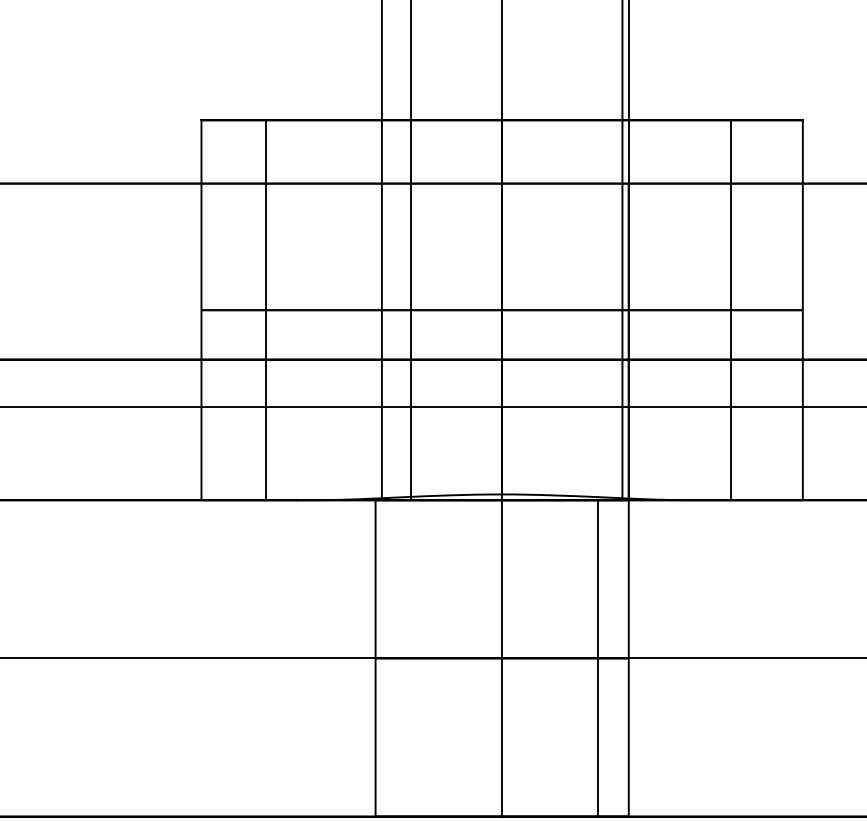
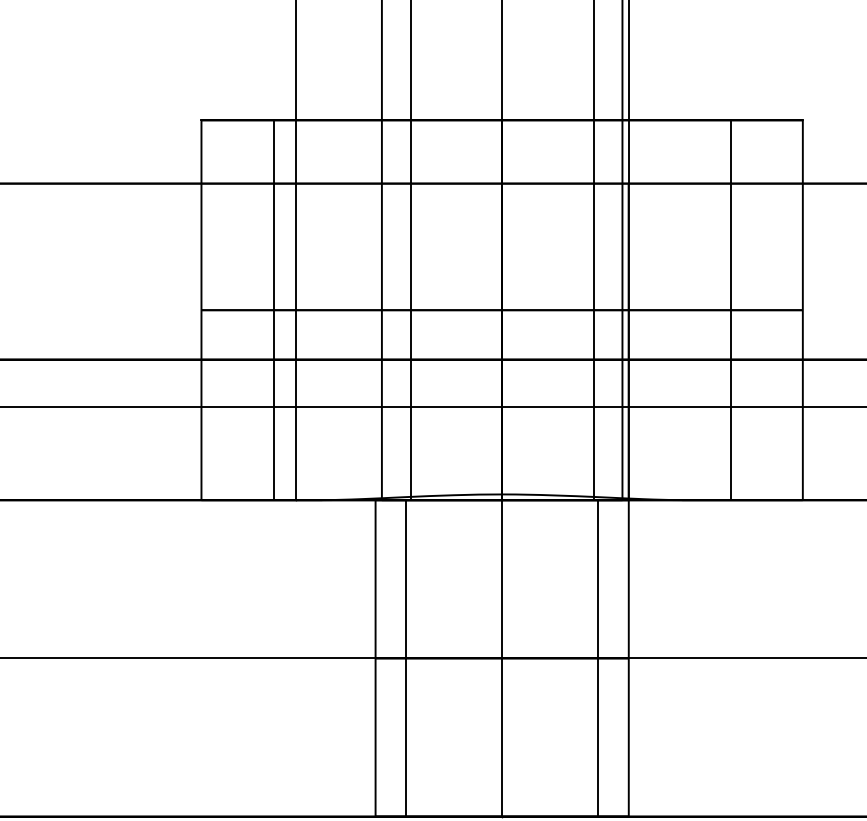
line at (296, 251): none -> present
line at (593, 251): none -> present
line at (265, 310) position: (265, 310) -> (273, 310)
line at (405, 658): none -> present
